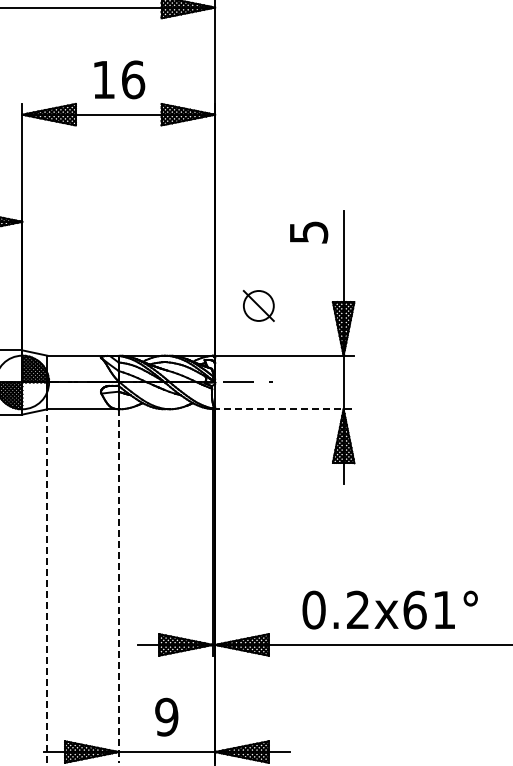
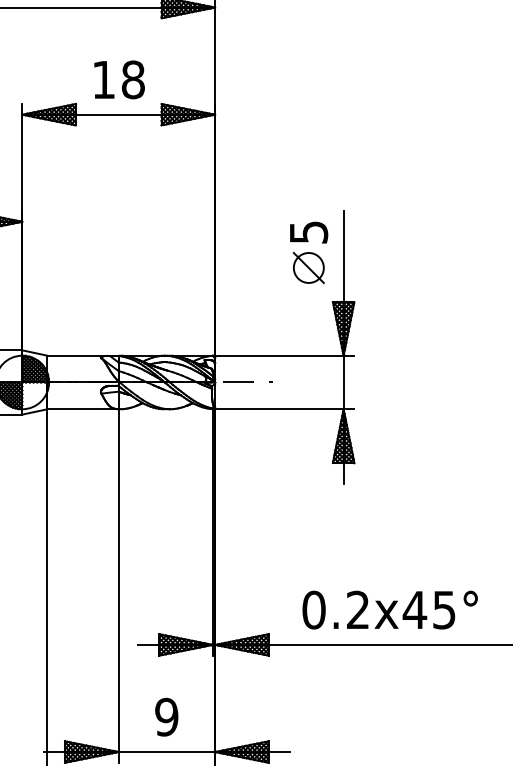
text at (133, 79): 16 -> 18
part at (258, 305) position: (258, 305) -> (308, 267)
line at (283, 409): dashed -> solid
line at (47, 574): dashed -> solid
line at (118, 586): dashed -> solid
text at (428, 609): 0.2x61° -> 0.2x45°
